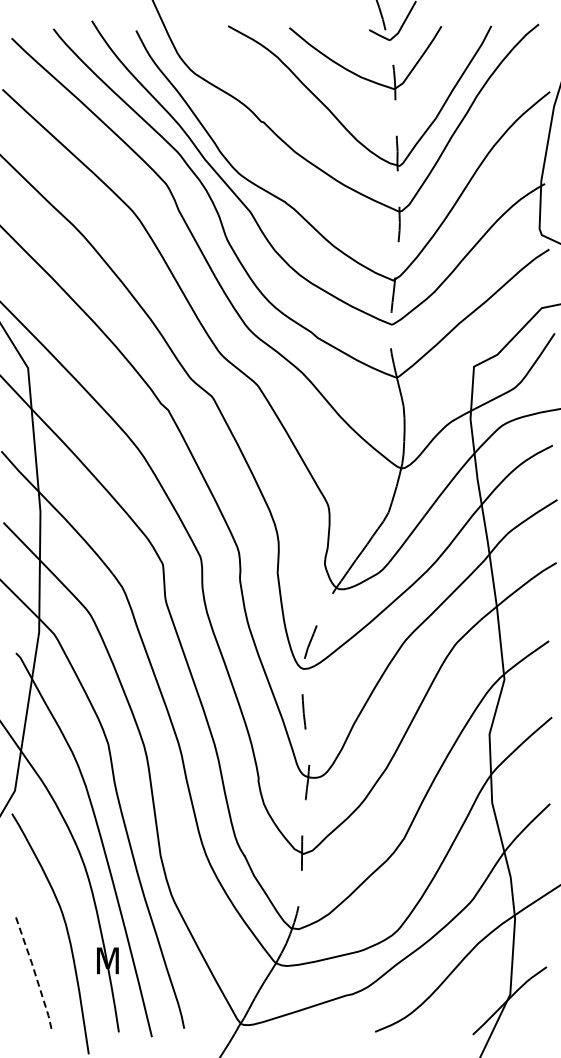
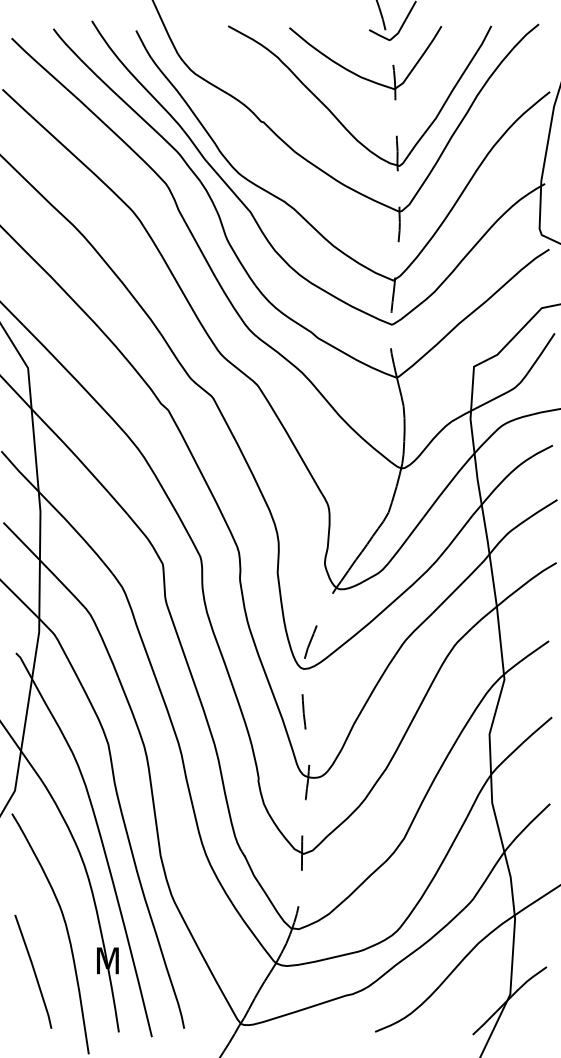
line at (34, 971): dashed -> solid
